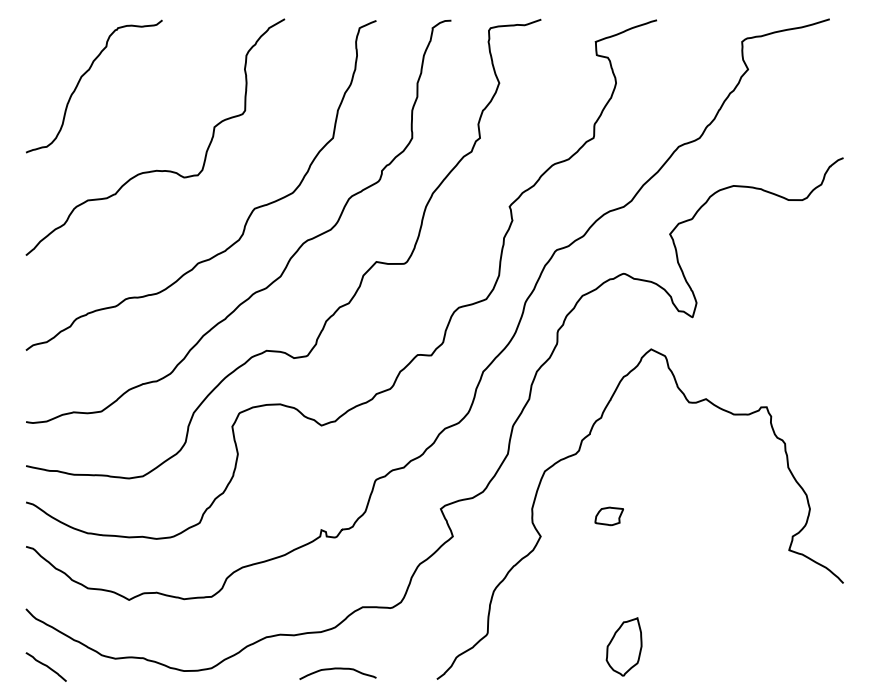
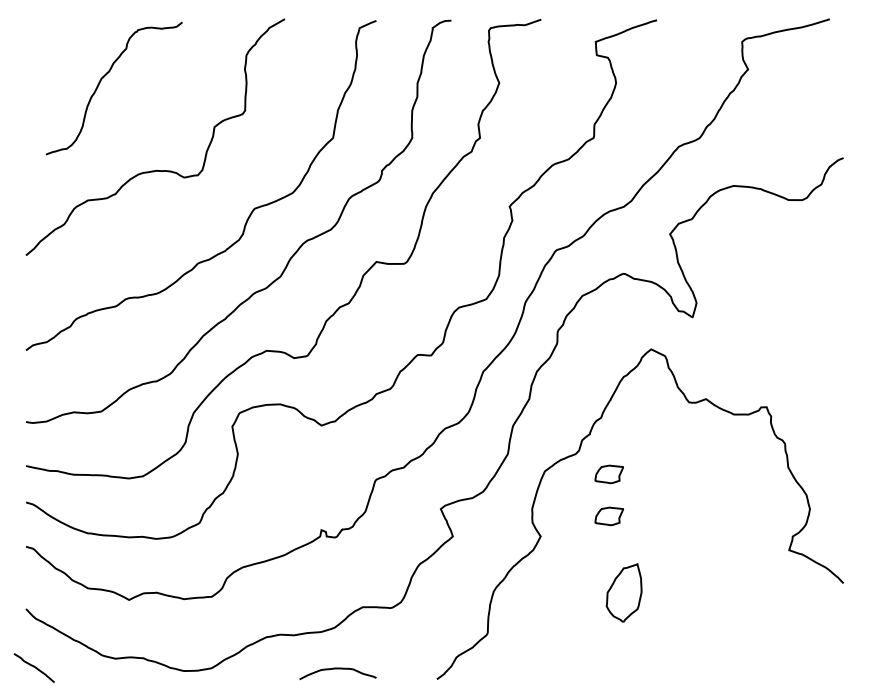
curve at (81, 79) position: (81, 79) -> (101, 81)
part at (608, 474): none -> present
part at (623, 646) position: (623, 646) -> (623, 592)
curve at (45, 666) position: (45, 666) -> (33, 667)
